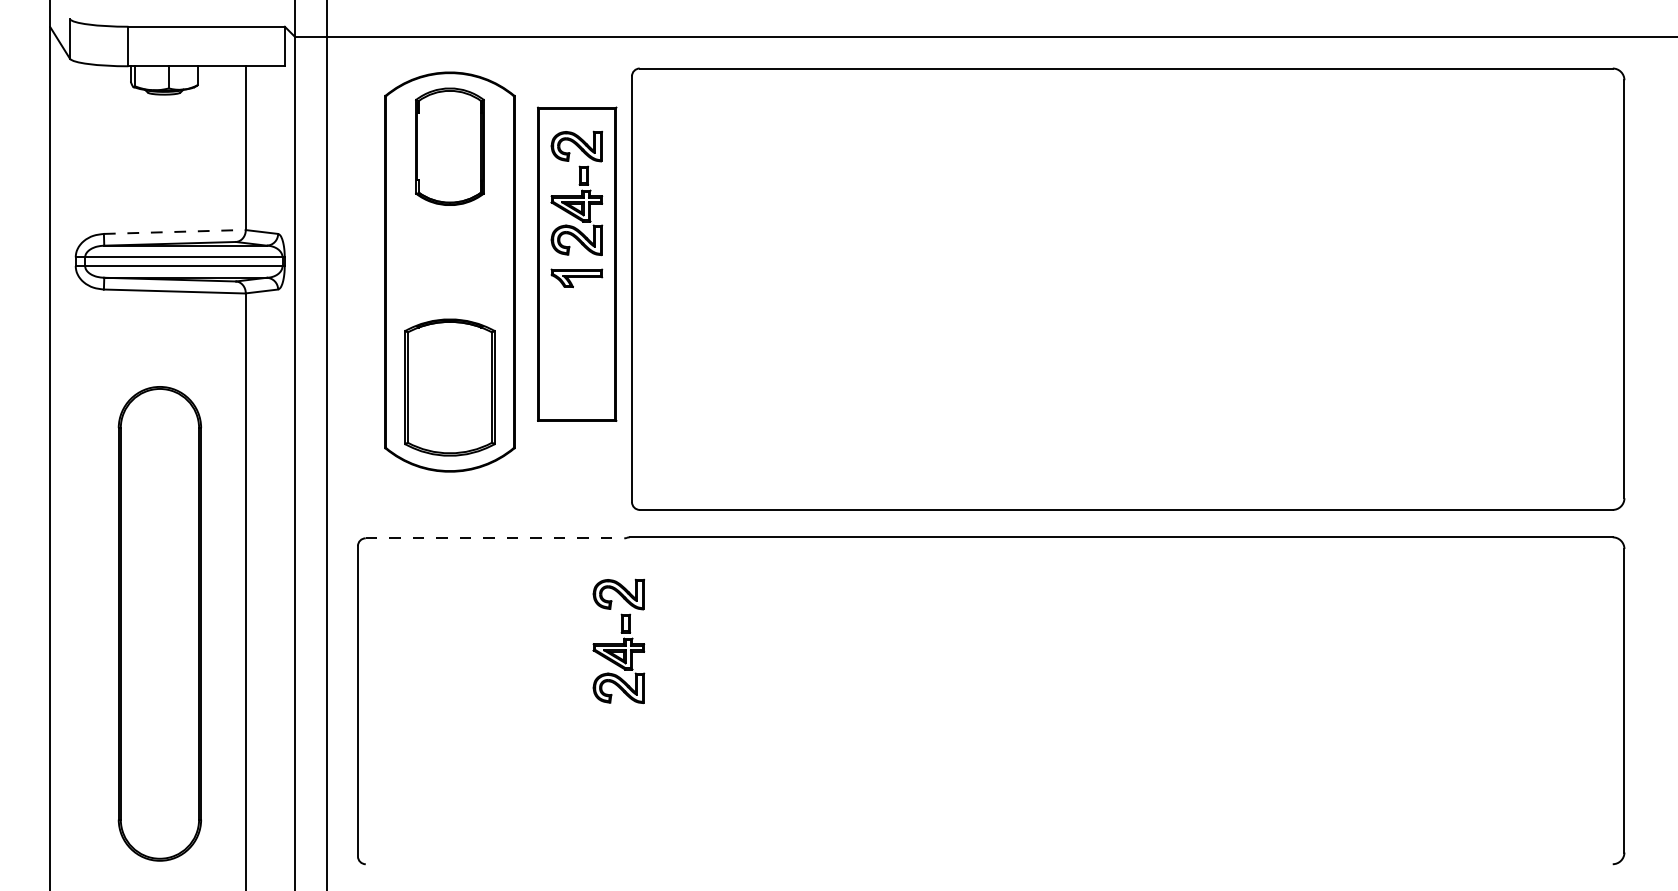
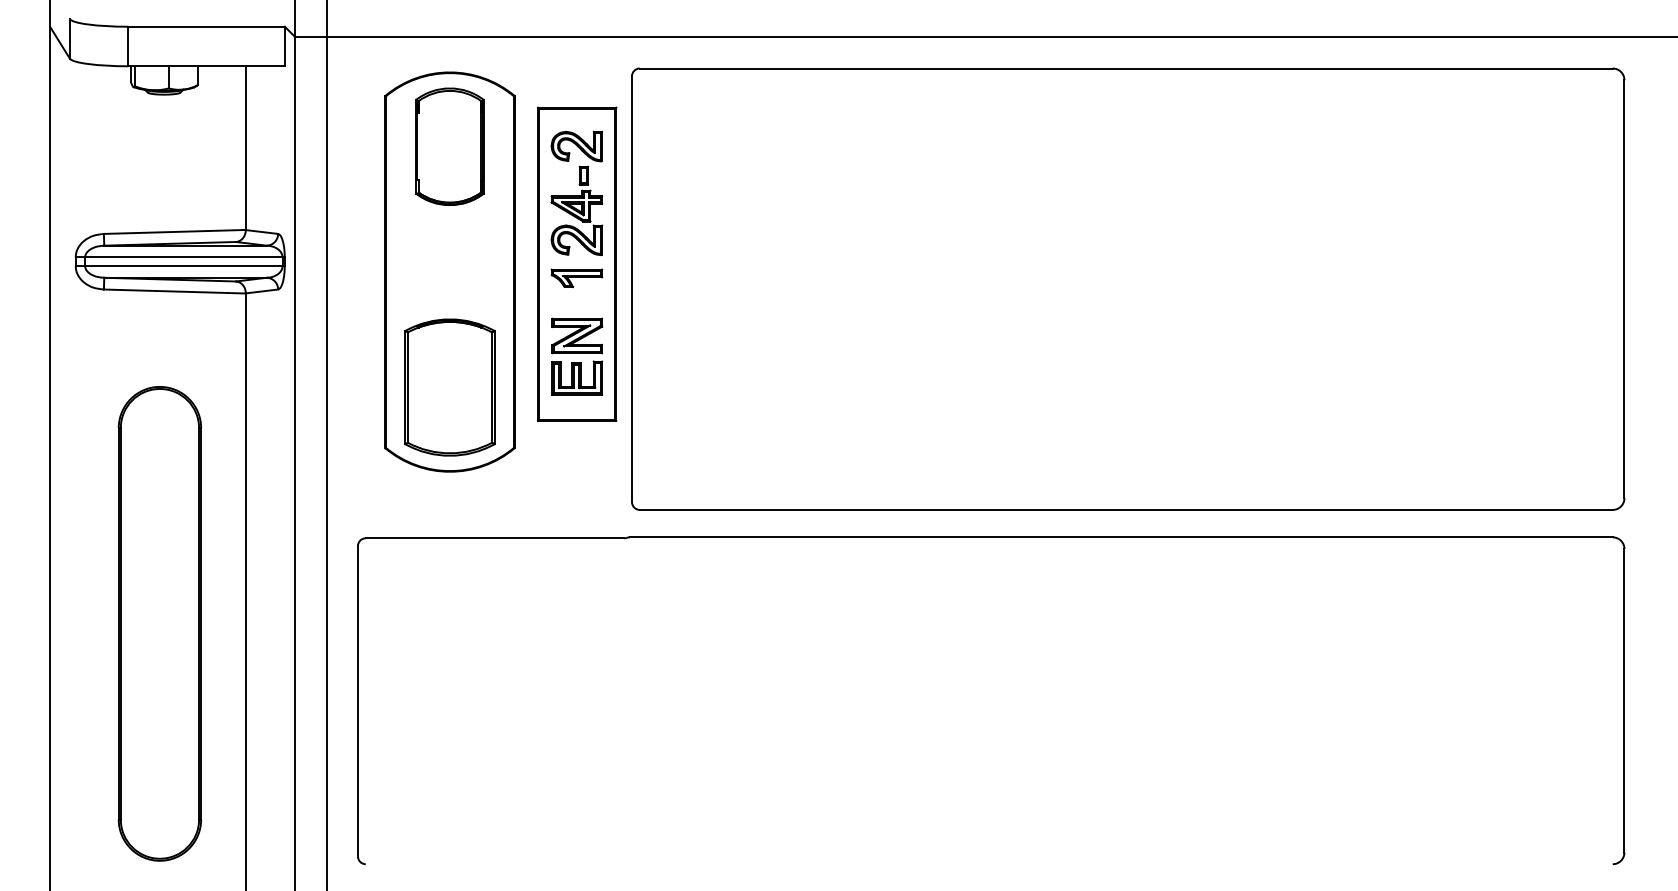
line at (174, 231): dashed -> solid
part at (577, 356): none -> present
line at (495, 538): dashed -> solid
part at (618, 640): present -> none
